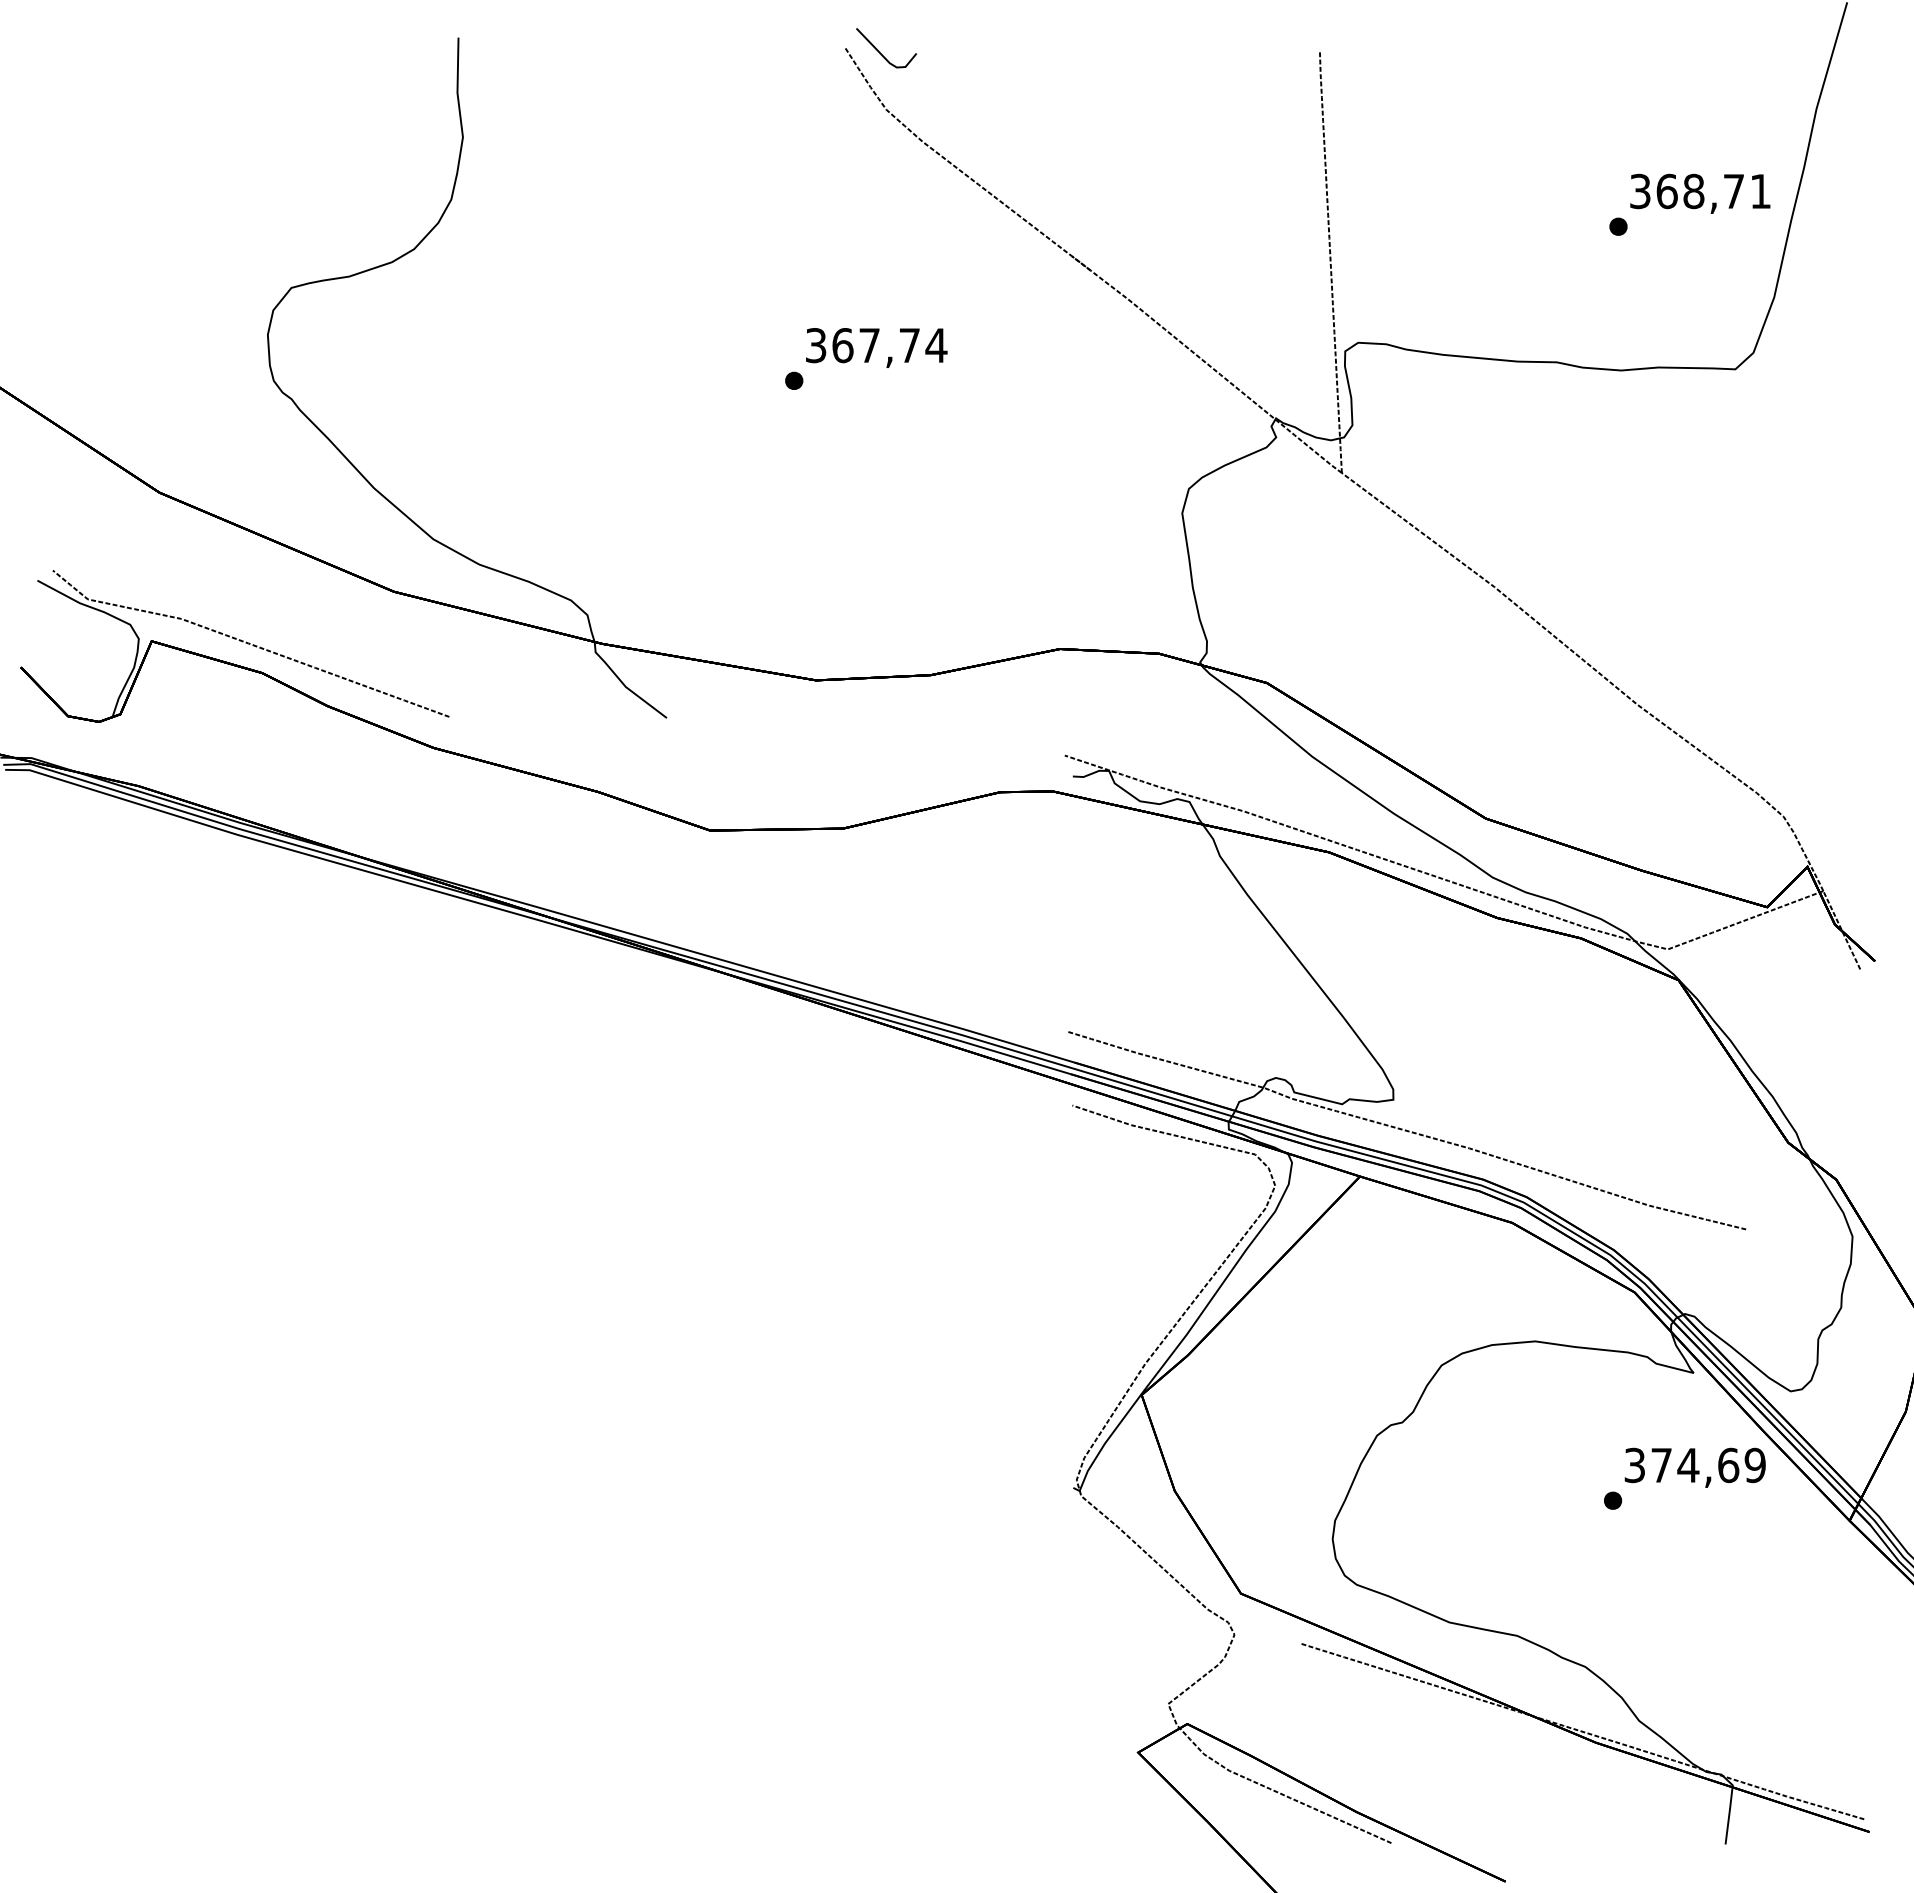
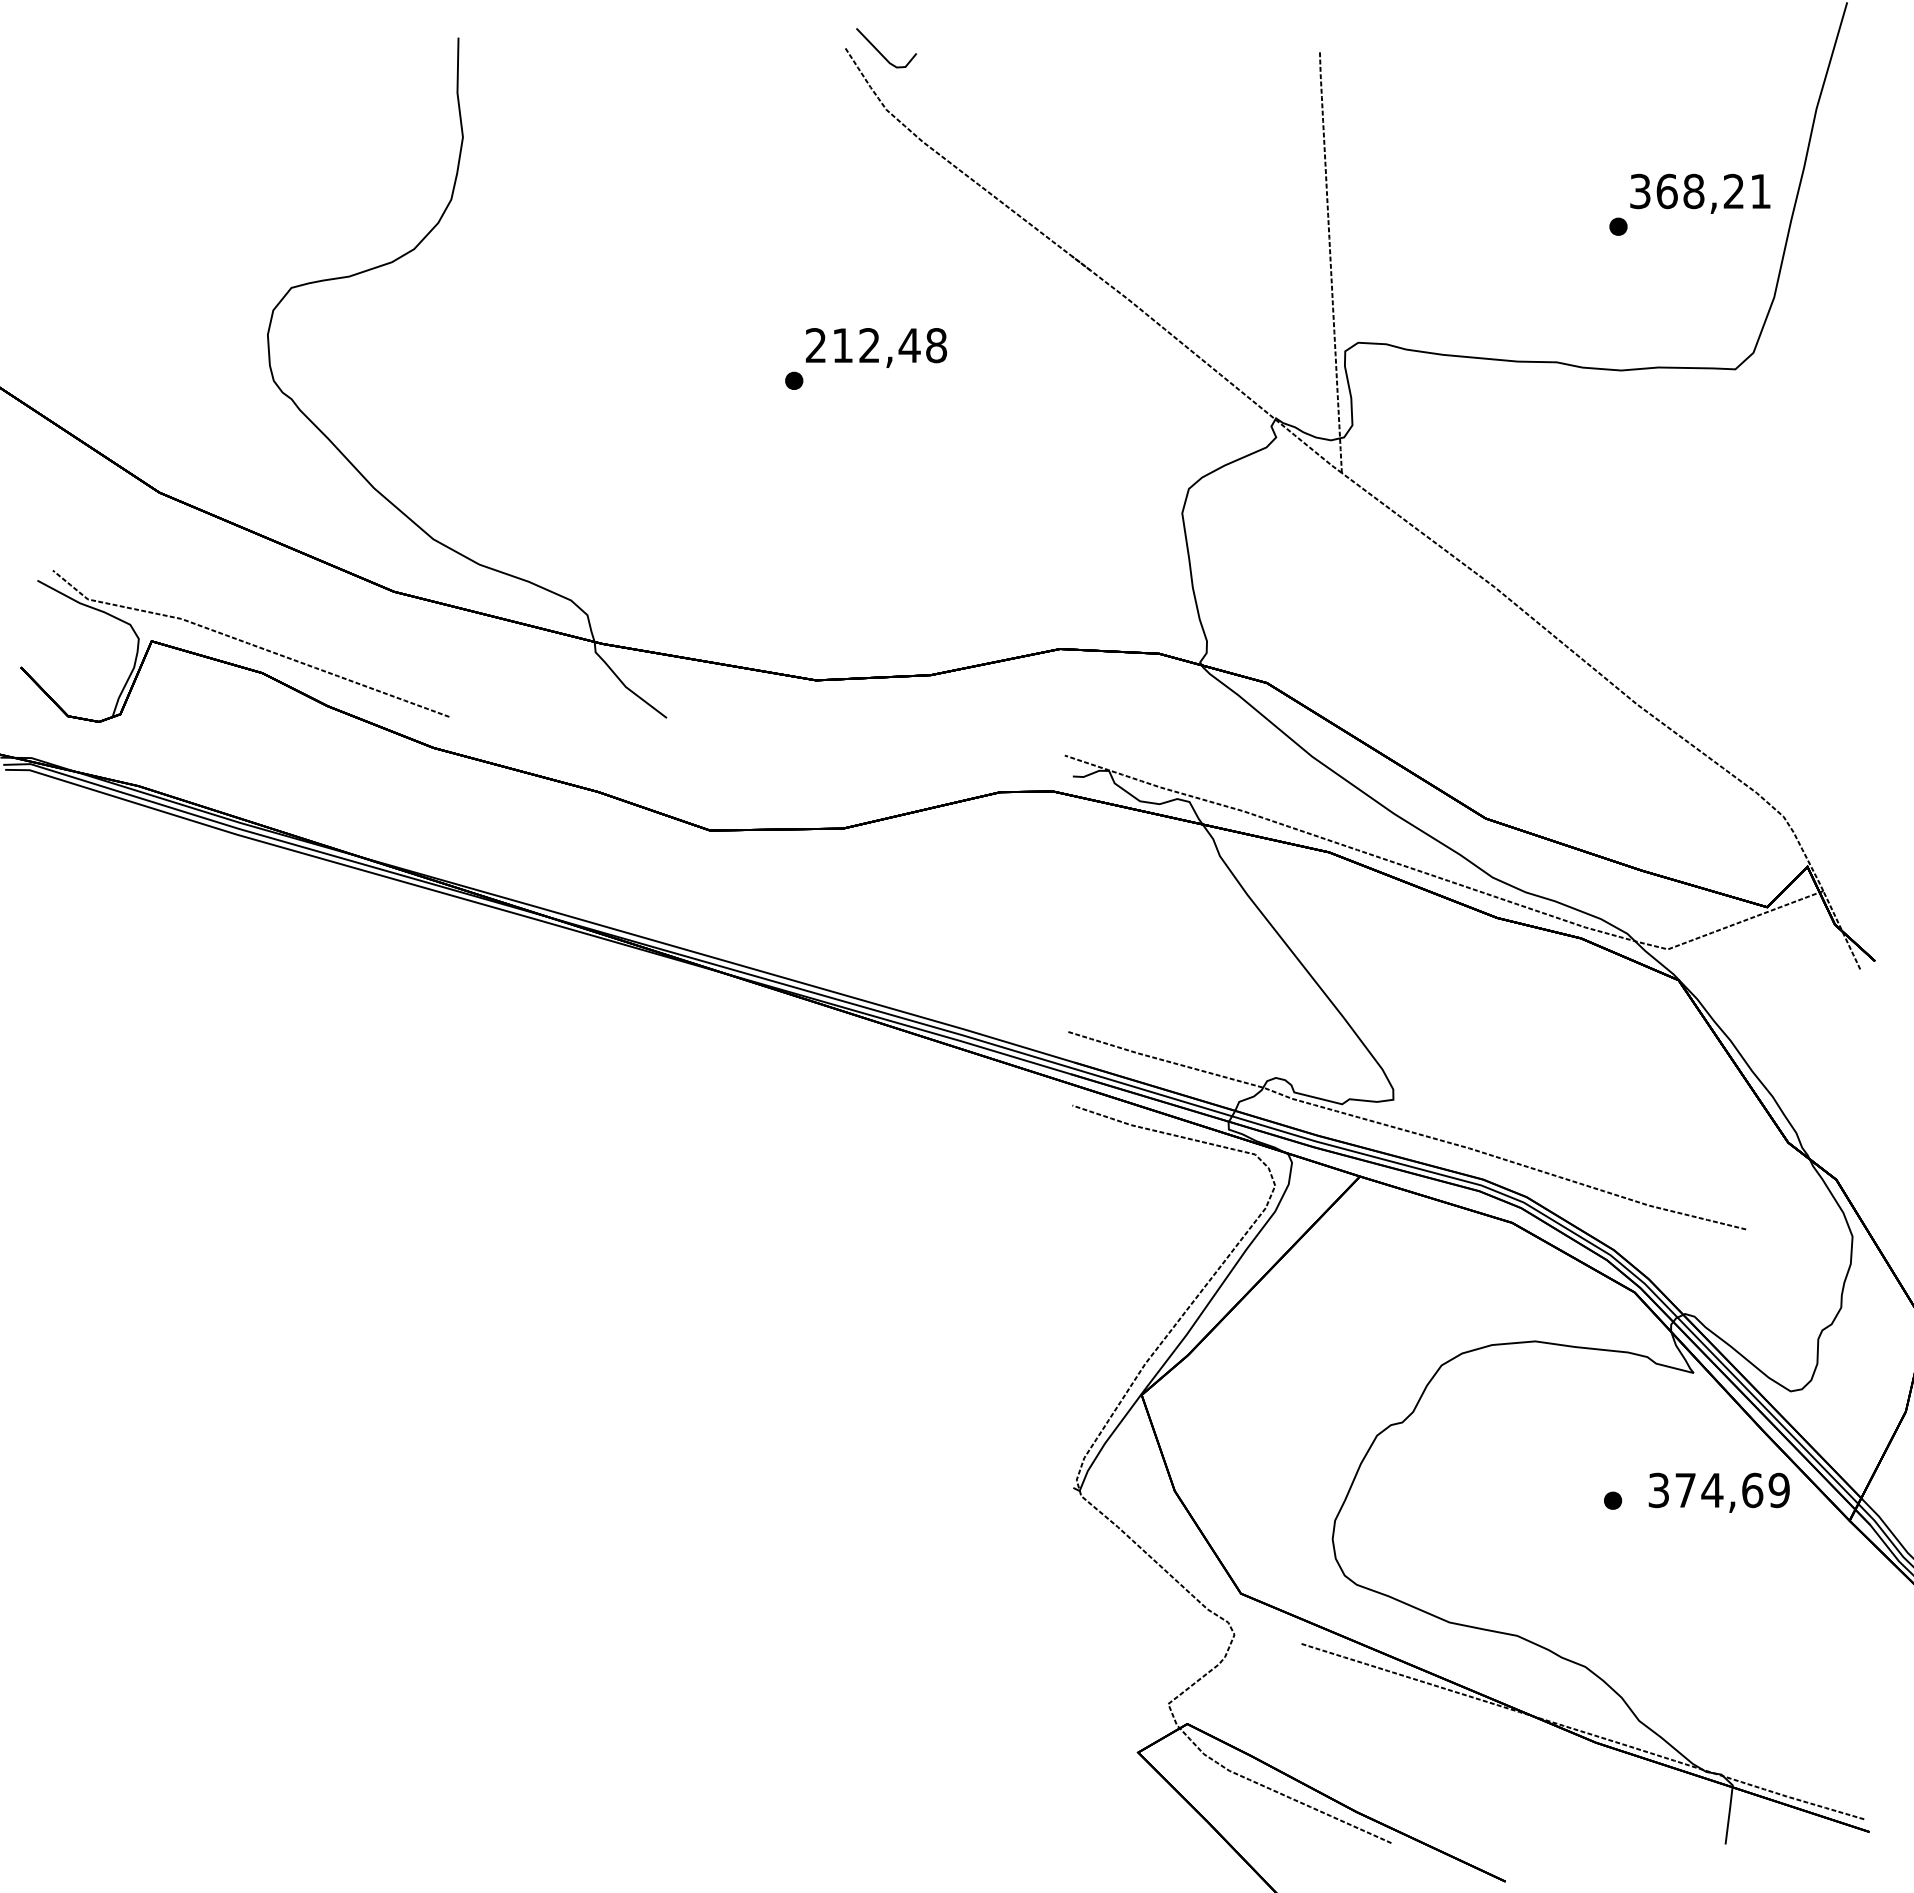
text at (1733, 190): 368,71 -> 368,21
text at (876, 345): 367,74 -> 212,48
text at (1694, 1467) position: (1694, 1467) -> (1718, 1492)
